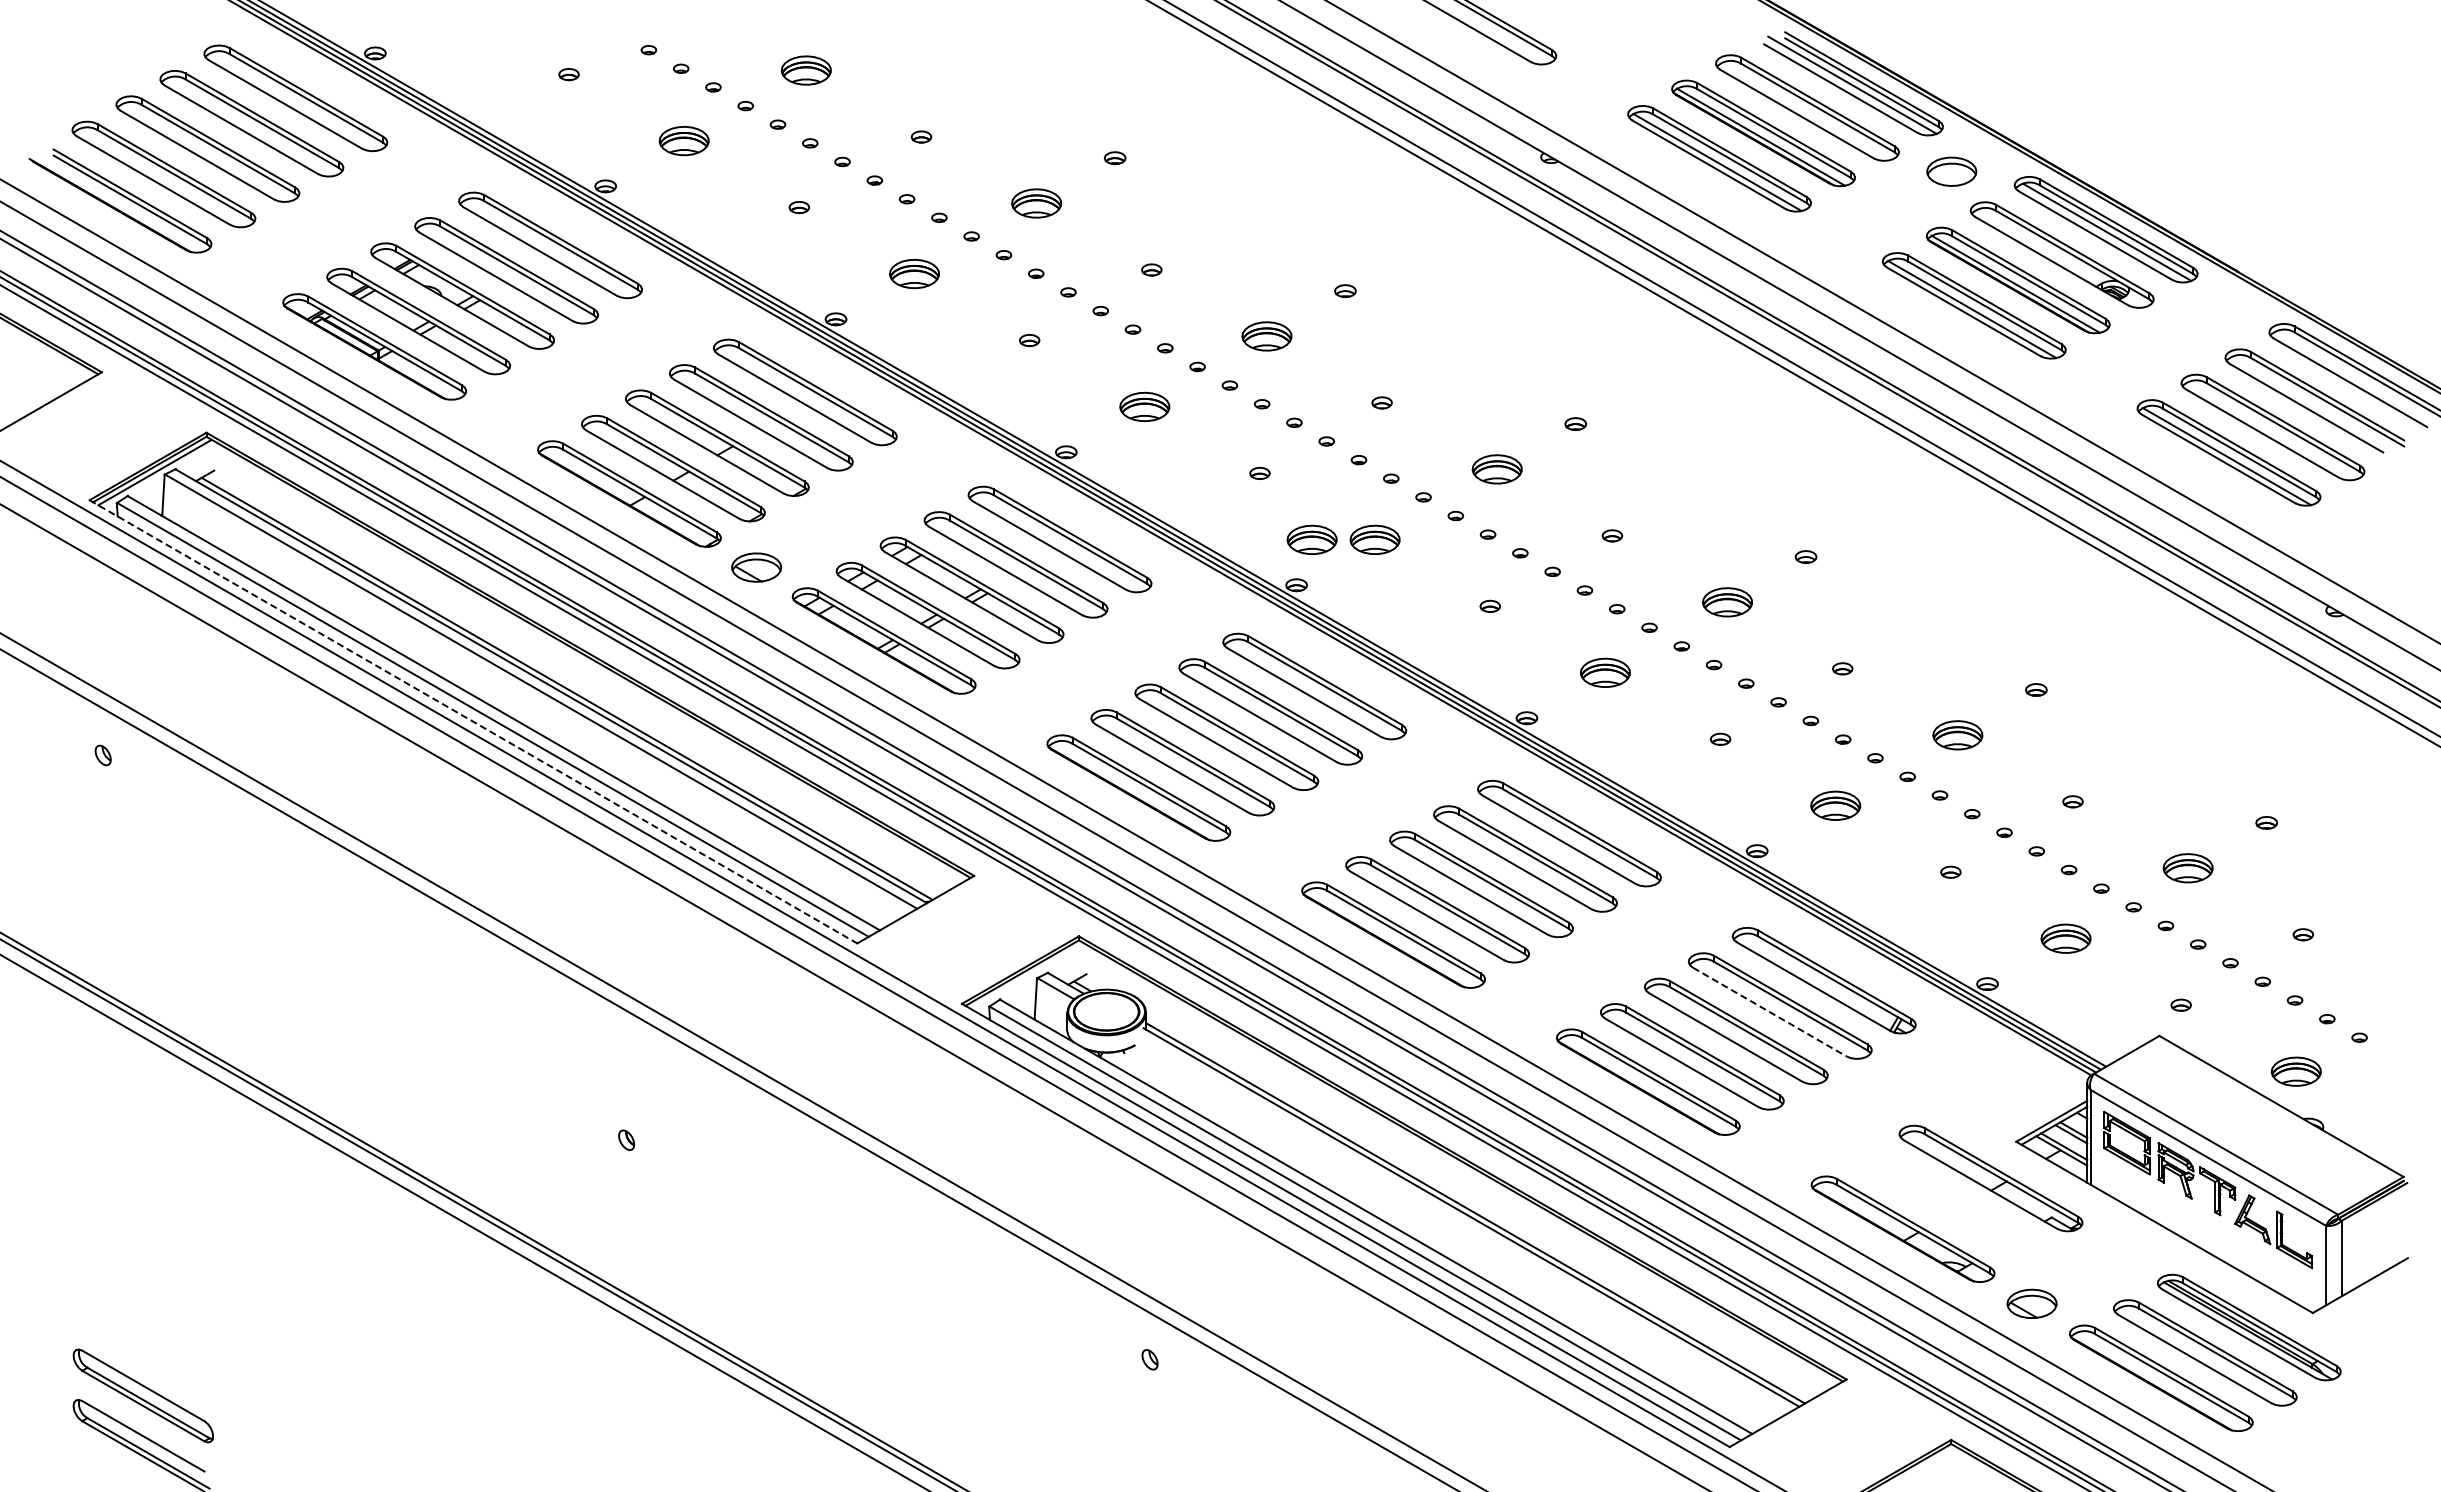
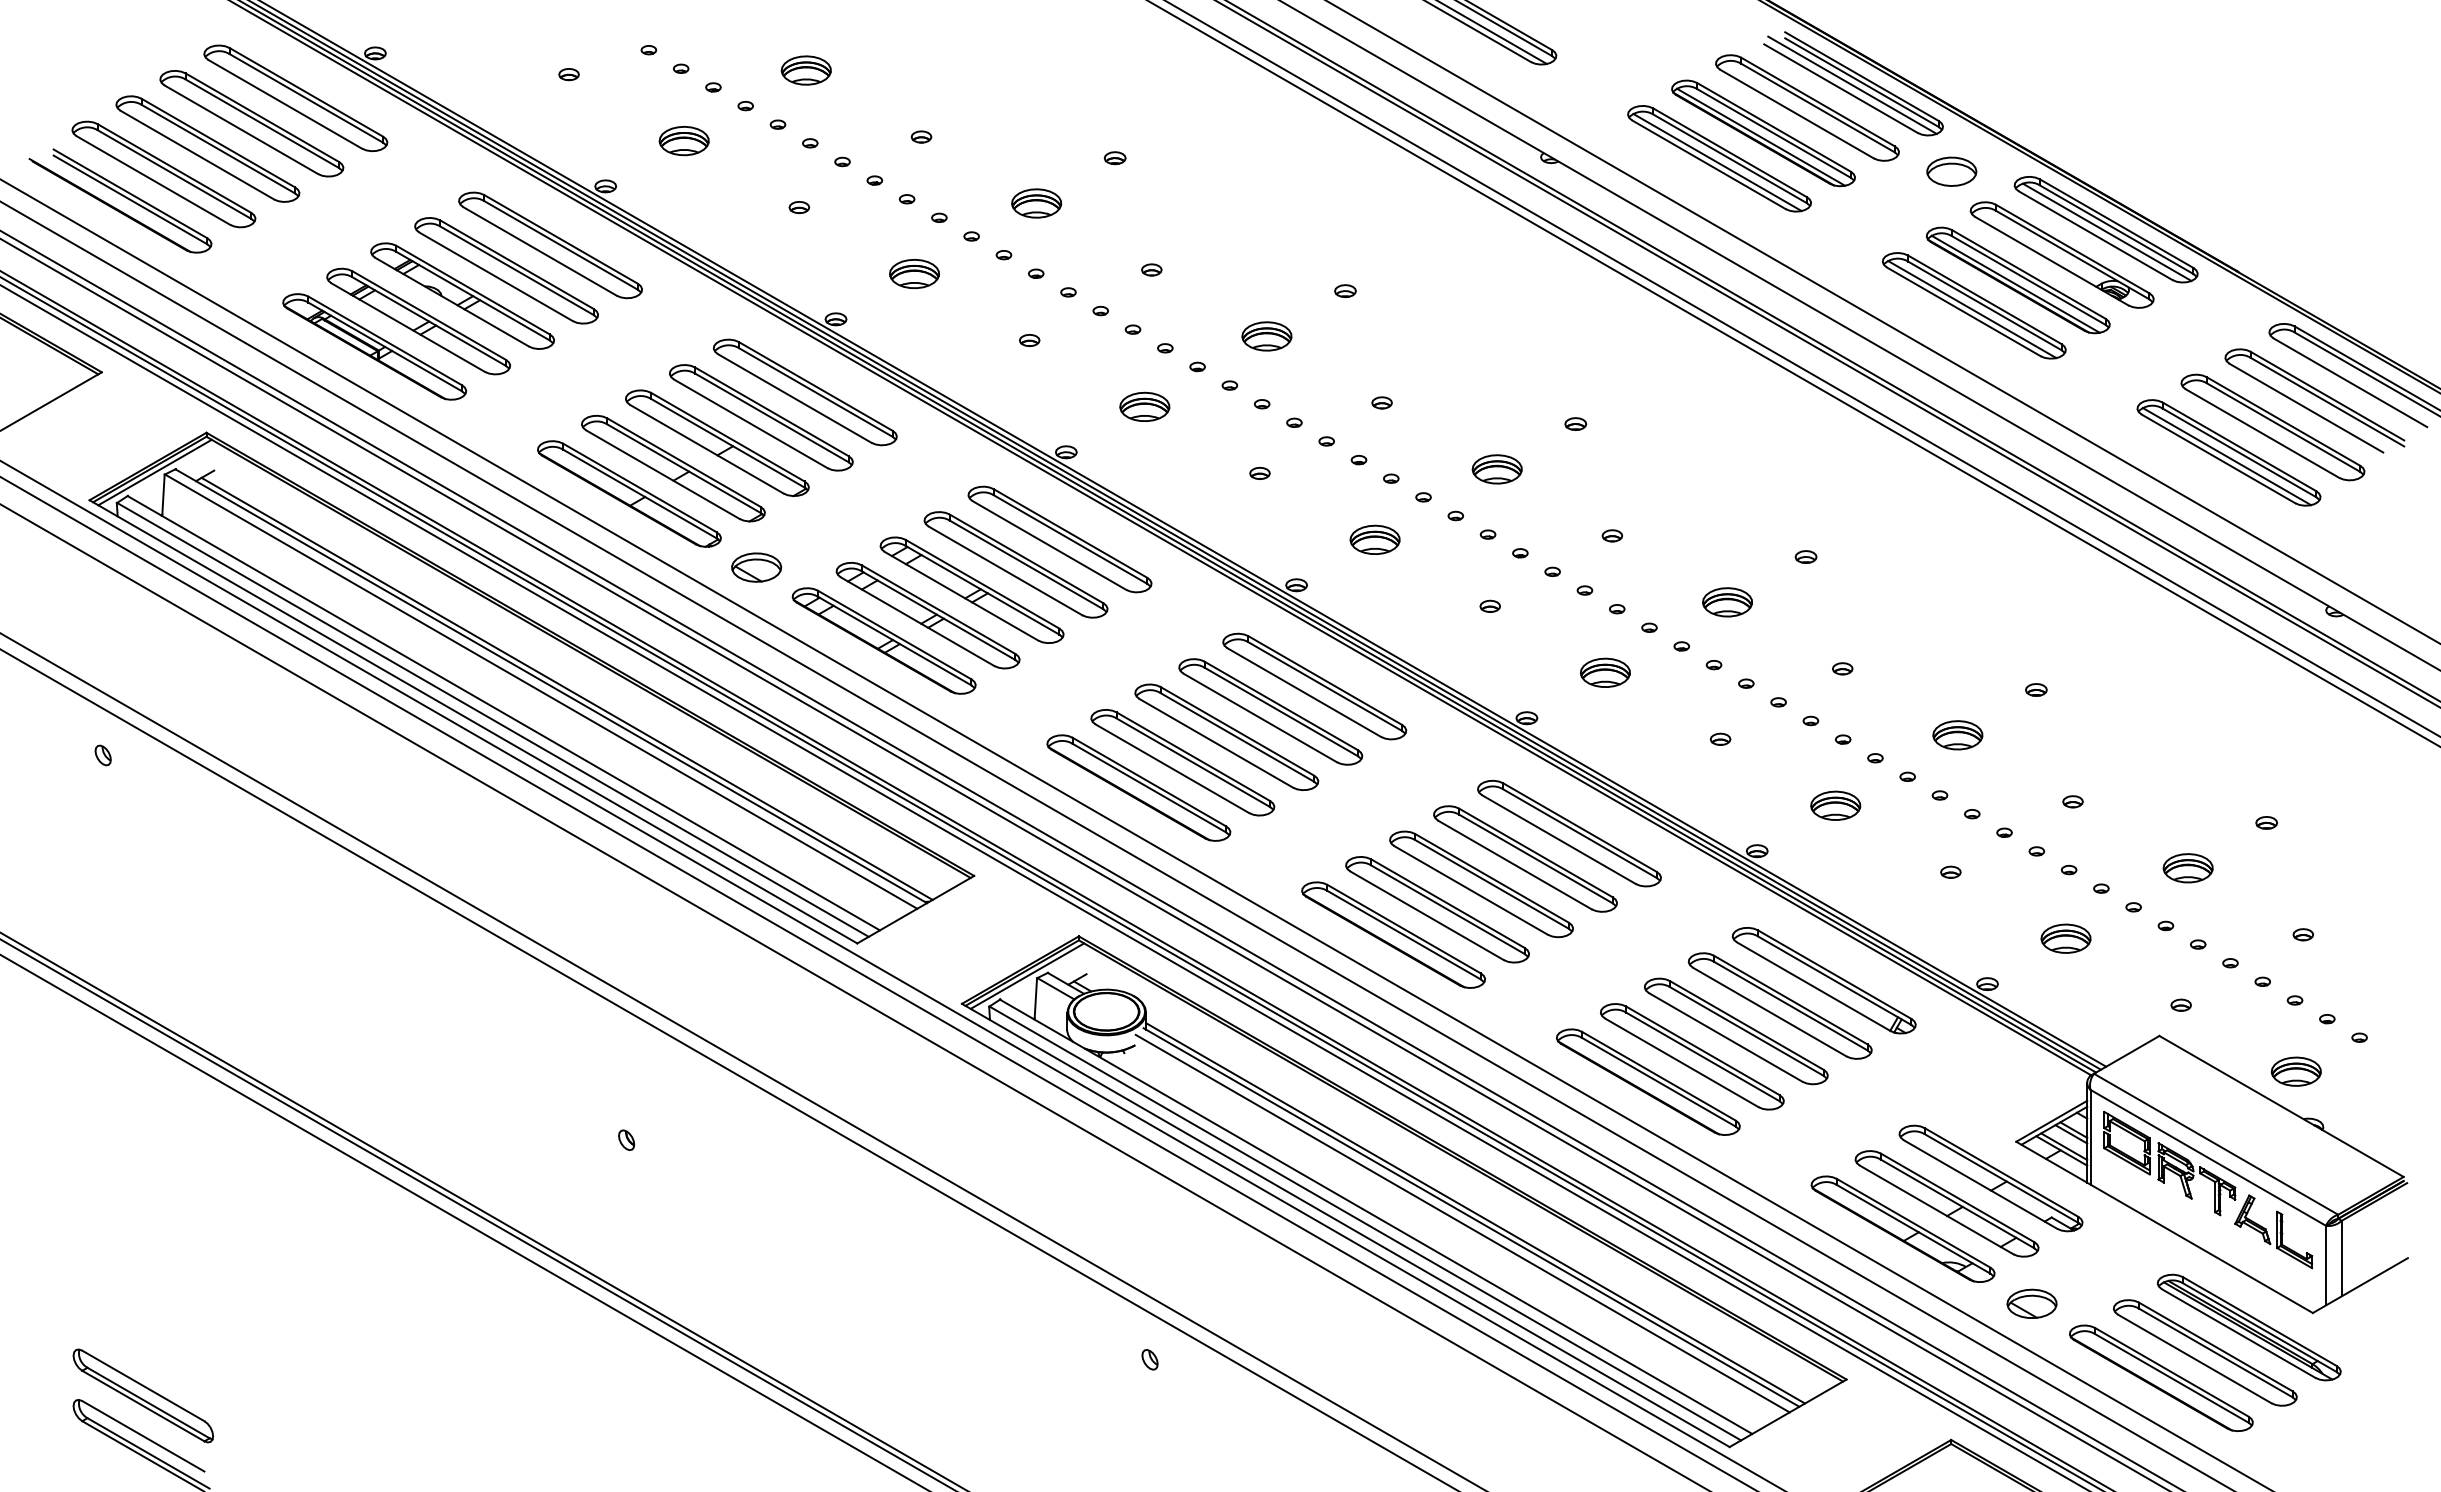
line at (1493, 33): none -> present
part at (1311, 539): present -> none
line at (473, 722): dashed -> solid
line at (1027, 975): none -> present
line at (1769, 1012): dashed -> solid
part at (1946, 1203): none -> present
line at (1462, 1223): none -> present
